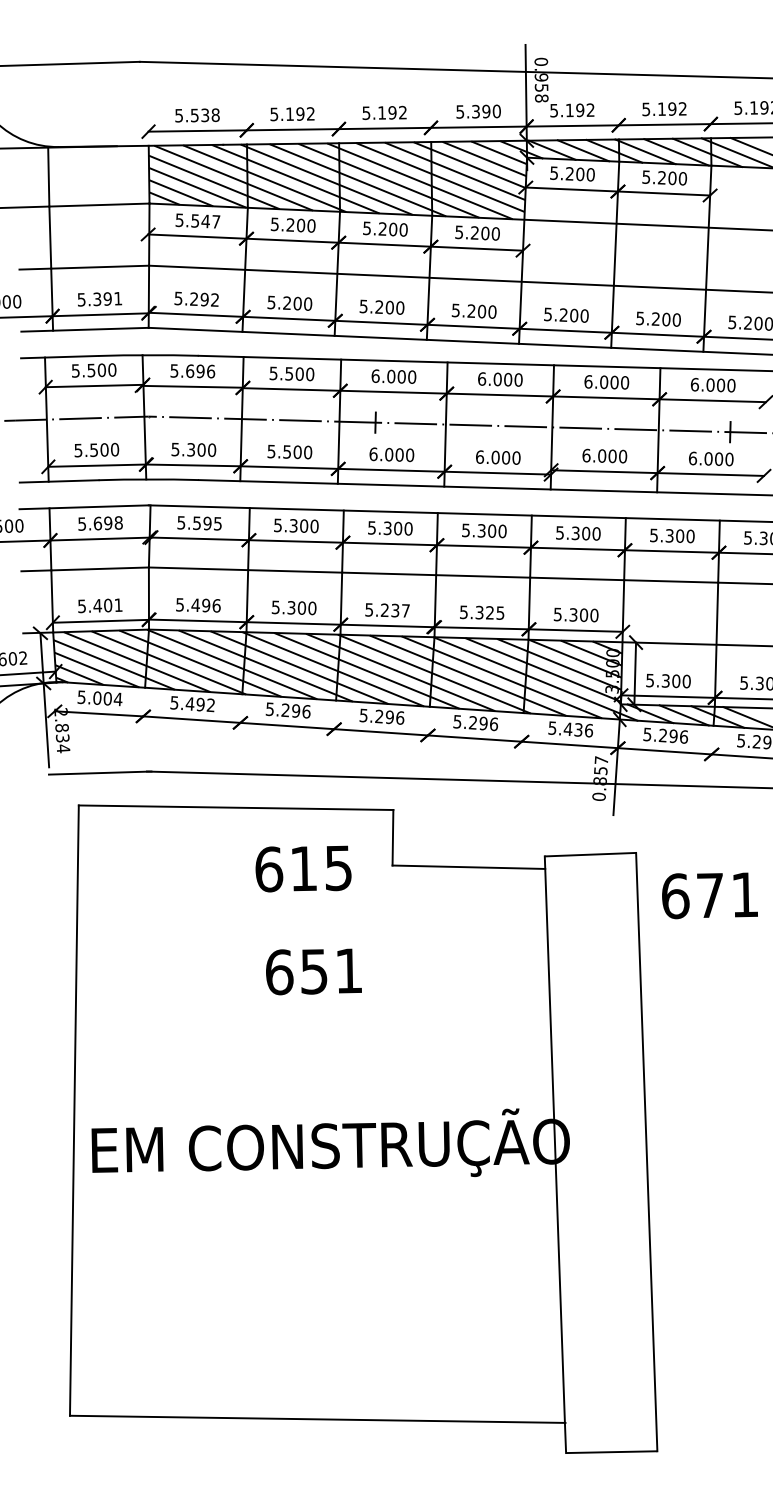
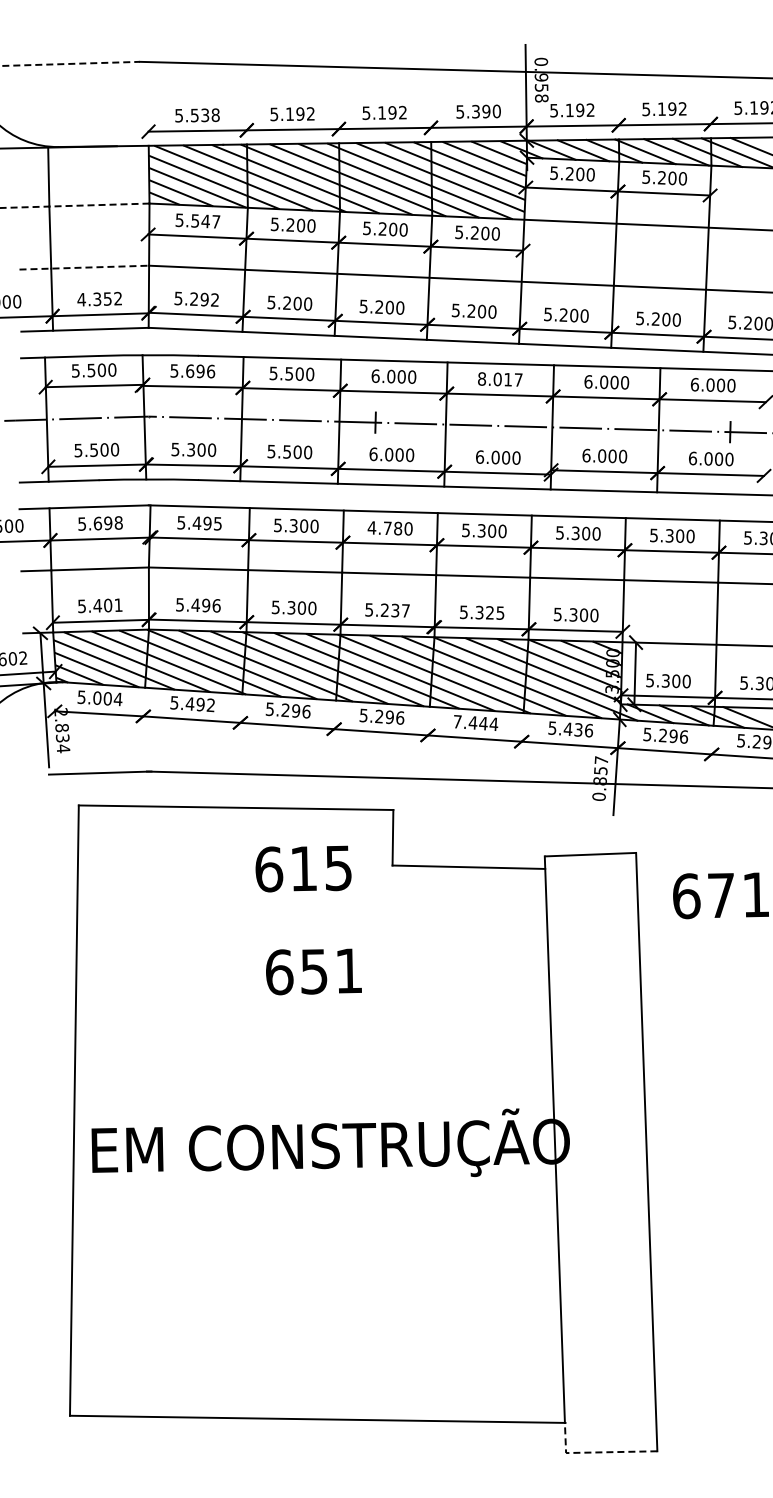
line at (70, 63): solid -> dashed
line at (74, 205): solid -> dashed
line at (84, 267): solid -> dashed
text at (99, 298): 5.391 -> 4.352
text at (500, 379): 6.000 -> 8.017
text at (196, 523): 5.595 -> 5.495
text at (384, 528): 5.300 -> 4.780
text at (475, 723): 5.296 -> 7.444
text at (709, 895) position: (709, 895) -> (720, 895)
line at (595, 1452): solid -> dashed
